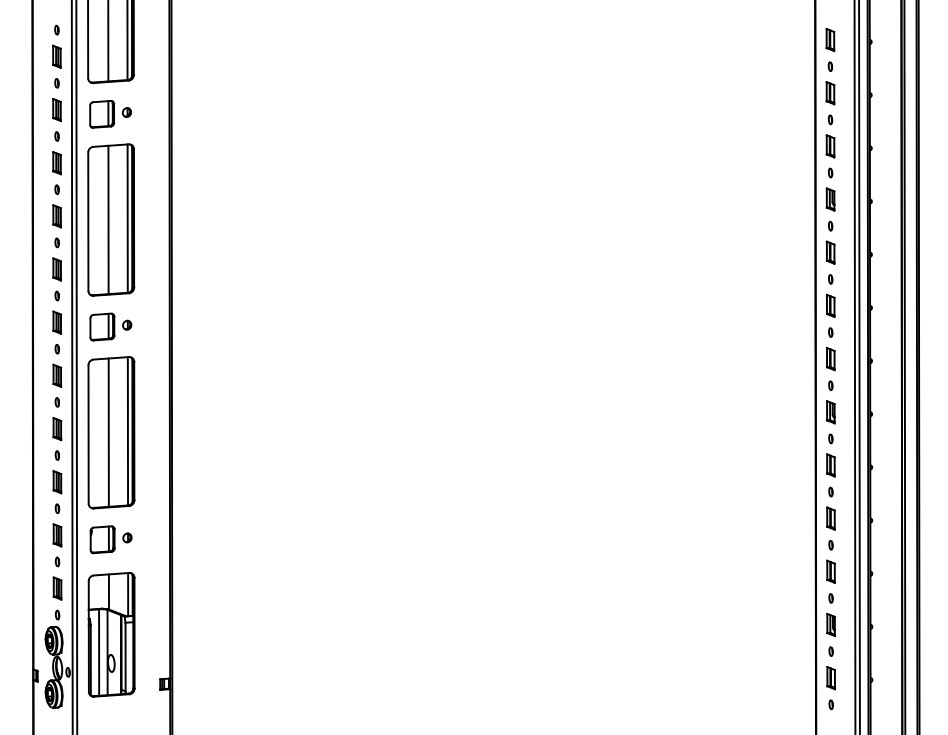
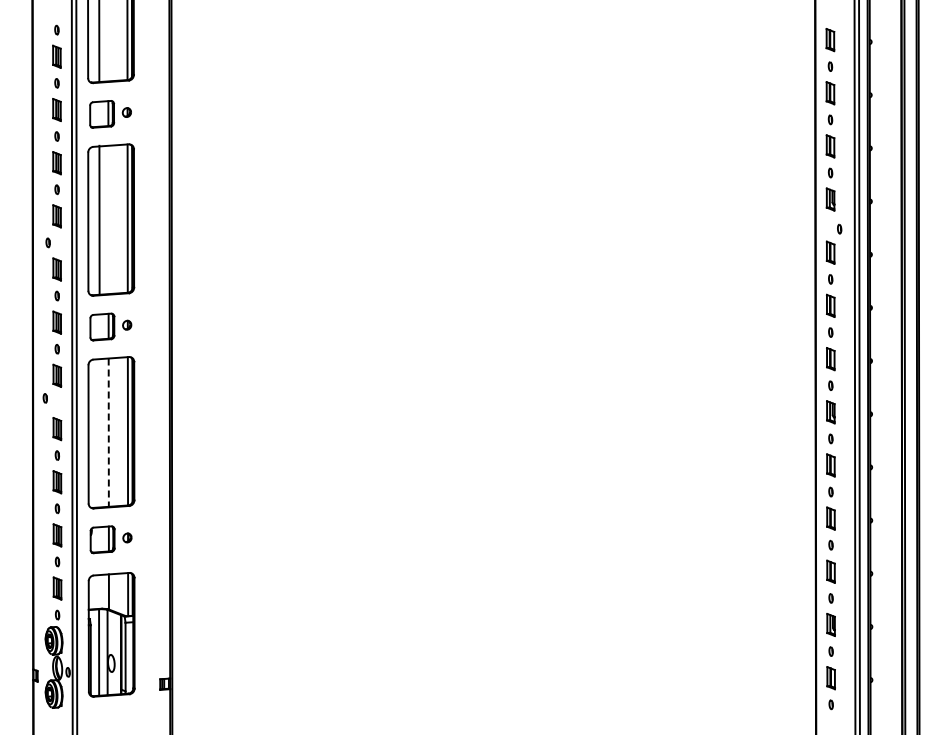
line at (108, 41) position: (108, 41) -> (99, 41)
line at (108, 219) position: (108, 219) -> (99, 219)
part at (830, 225) position: (830, 225) -> (839, 228)
part at (56, 242) position: (56, 242) -> (47, 242)
part at (56, 402) position: (56, 402) -> (44, 398)
line at (108, 433): solid -> dashed
